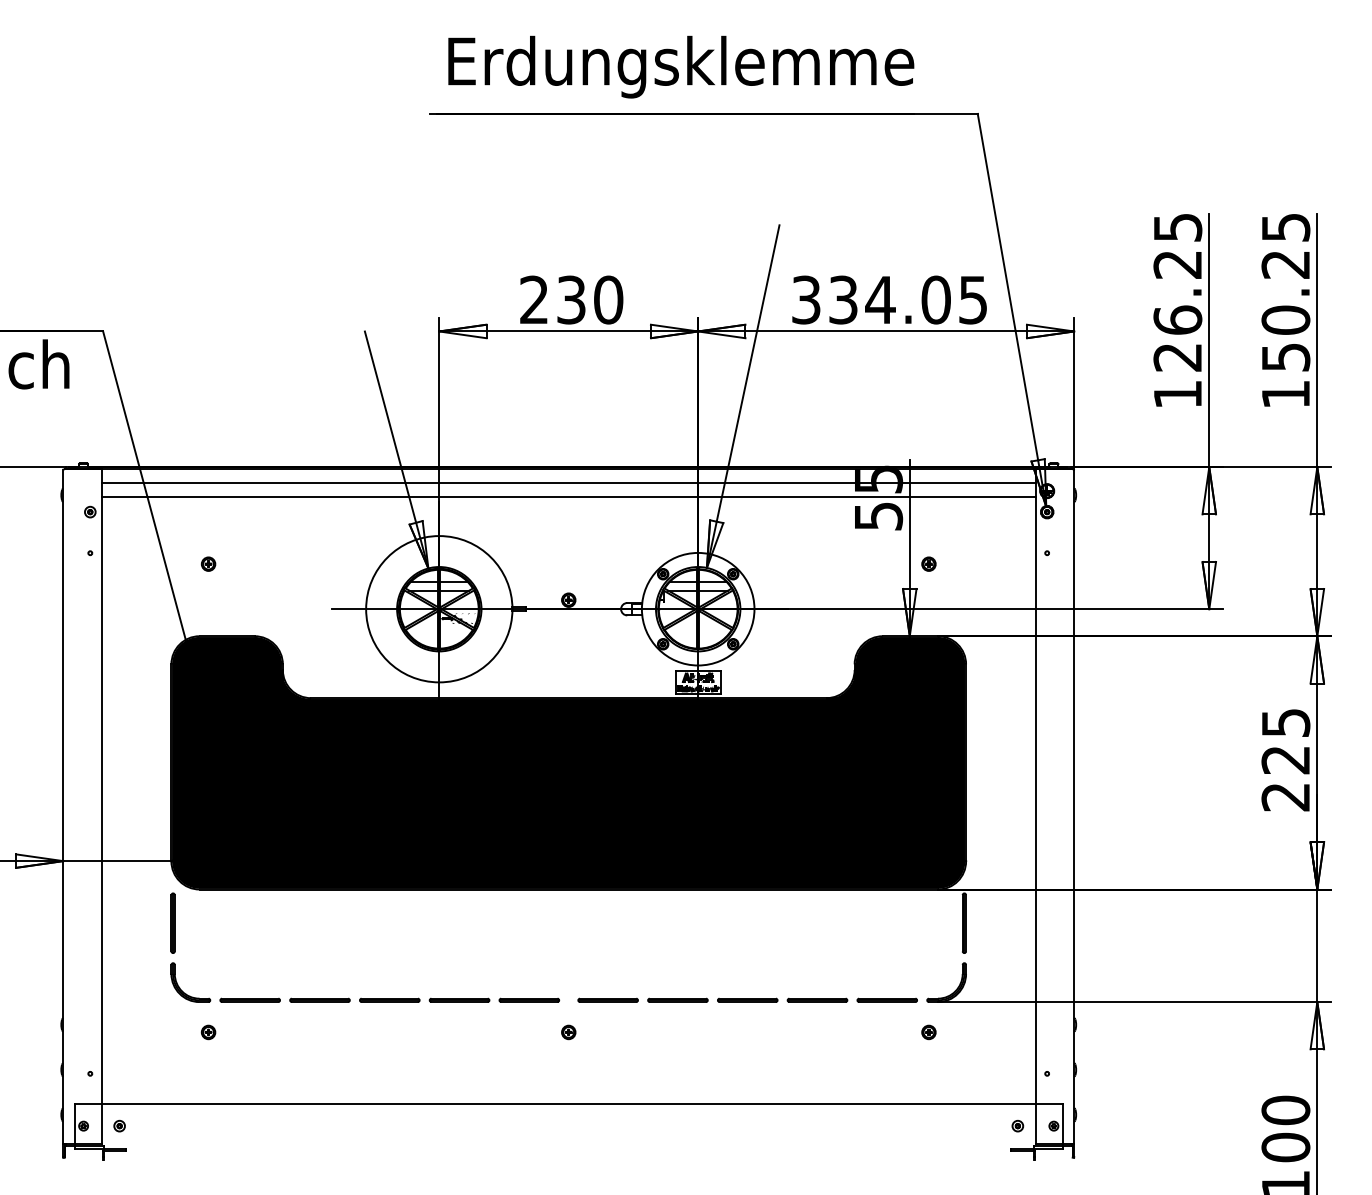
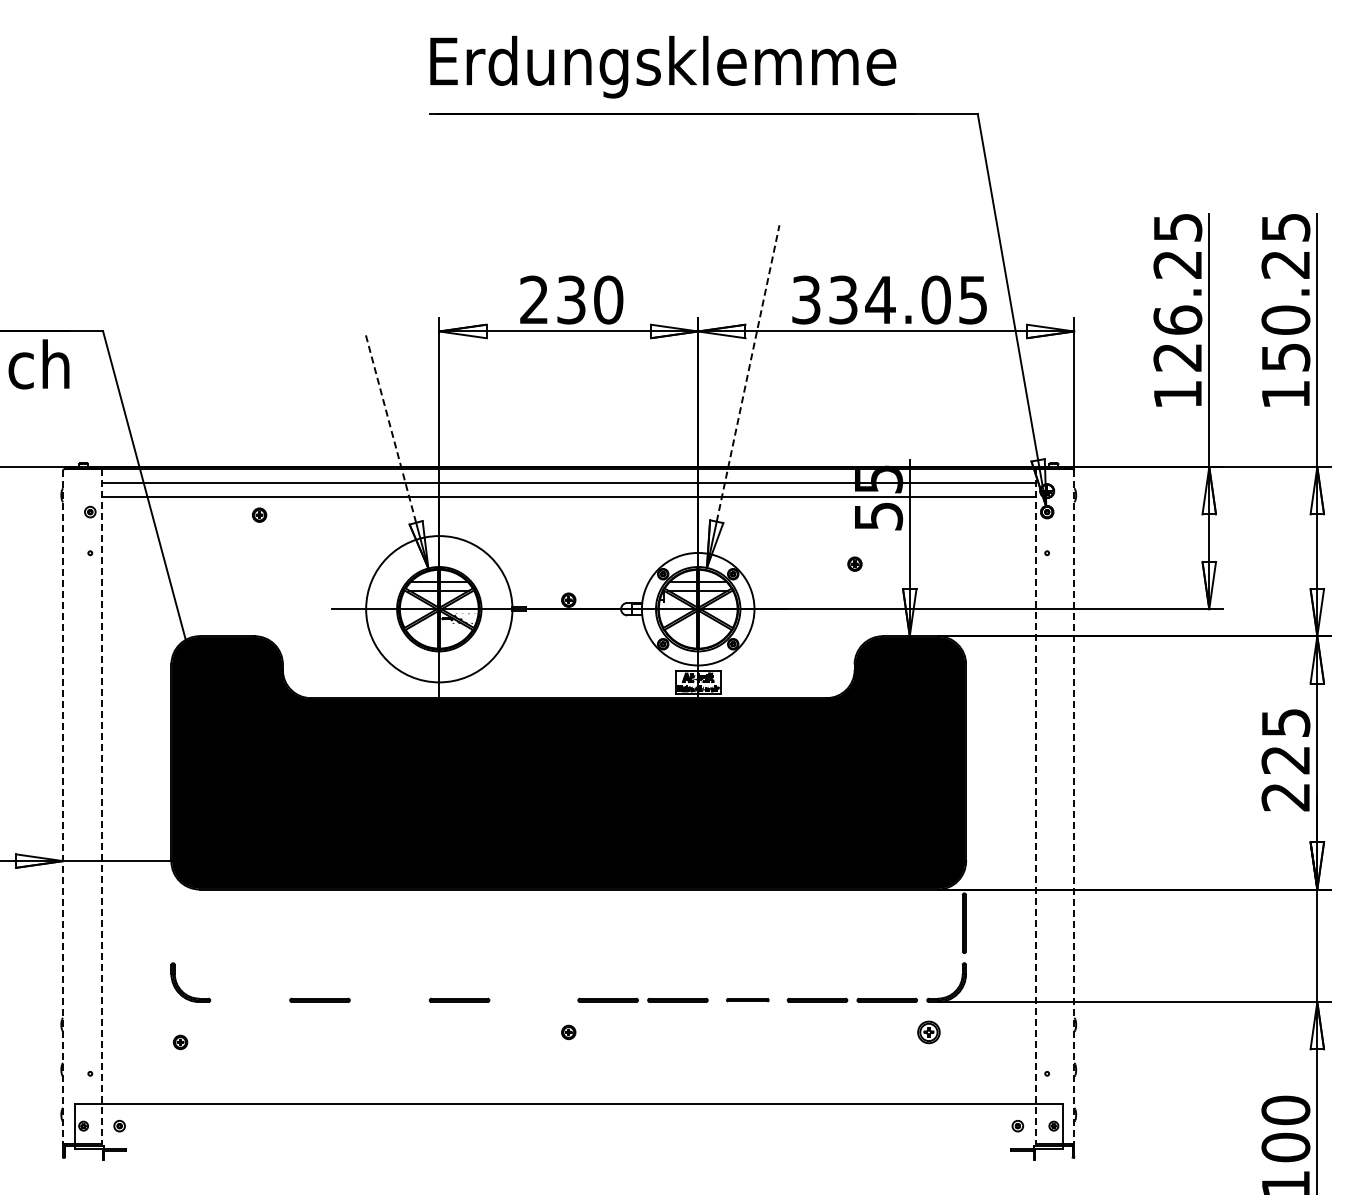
text at (681, 66) position: (681, 66) -> (663, 66)
line at (748, 373): solid -> dashed
line at (390, 426): solid -> dashed
part at (208, 563) position: (208, 563) -> (259, 514)
part at (928, 563) position: (928, 563) -> (854, 563)
line at (101, 806): solid -> dashed
line at (1035, 806): solid -> dashed
line at (63, 807): solid -> dashed
line at (1074, 807): solid -> dashed
part at (172, 922): present -> none
part at (249, 999): present -> none
part at (389, 999): present -> none
part at (529, 999): present -> none
part at (747, 999) size: 62x6 px -> 44x5 px
part at (208, 1032) position: (208, 1032) -> (180, 1042)
part at (928, 1032) size: 16x17 px -> 24x25 px
